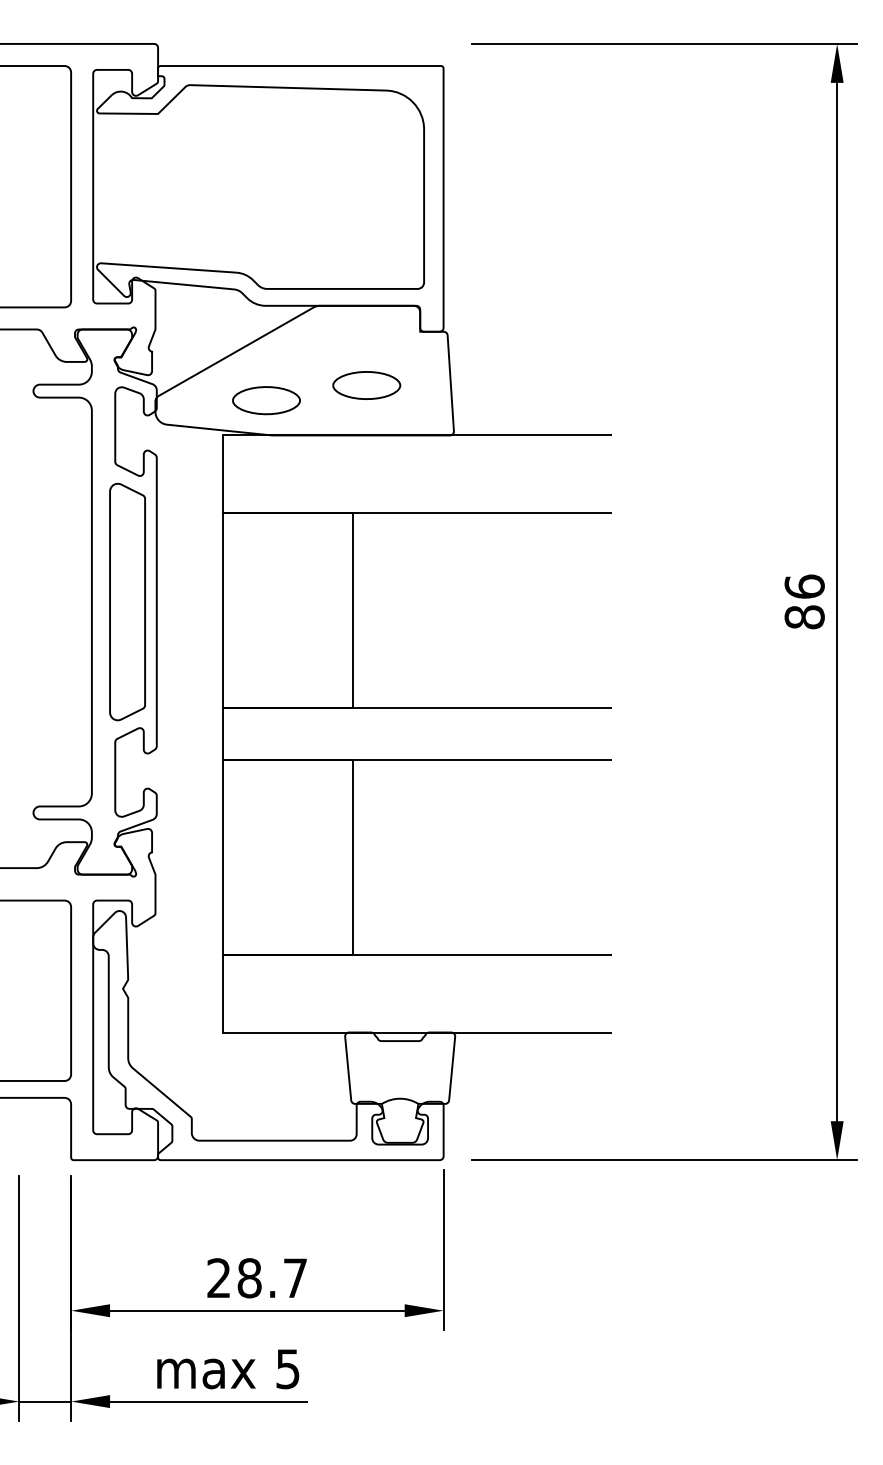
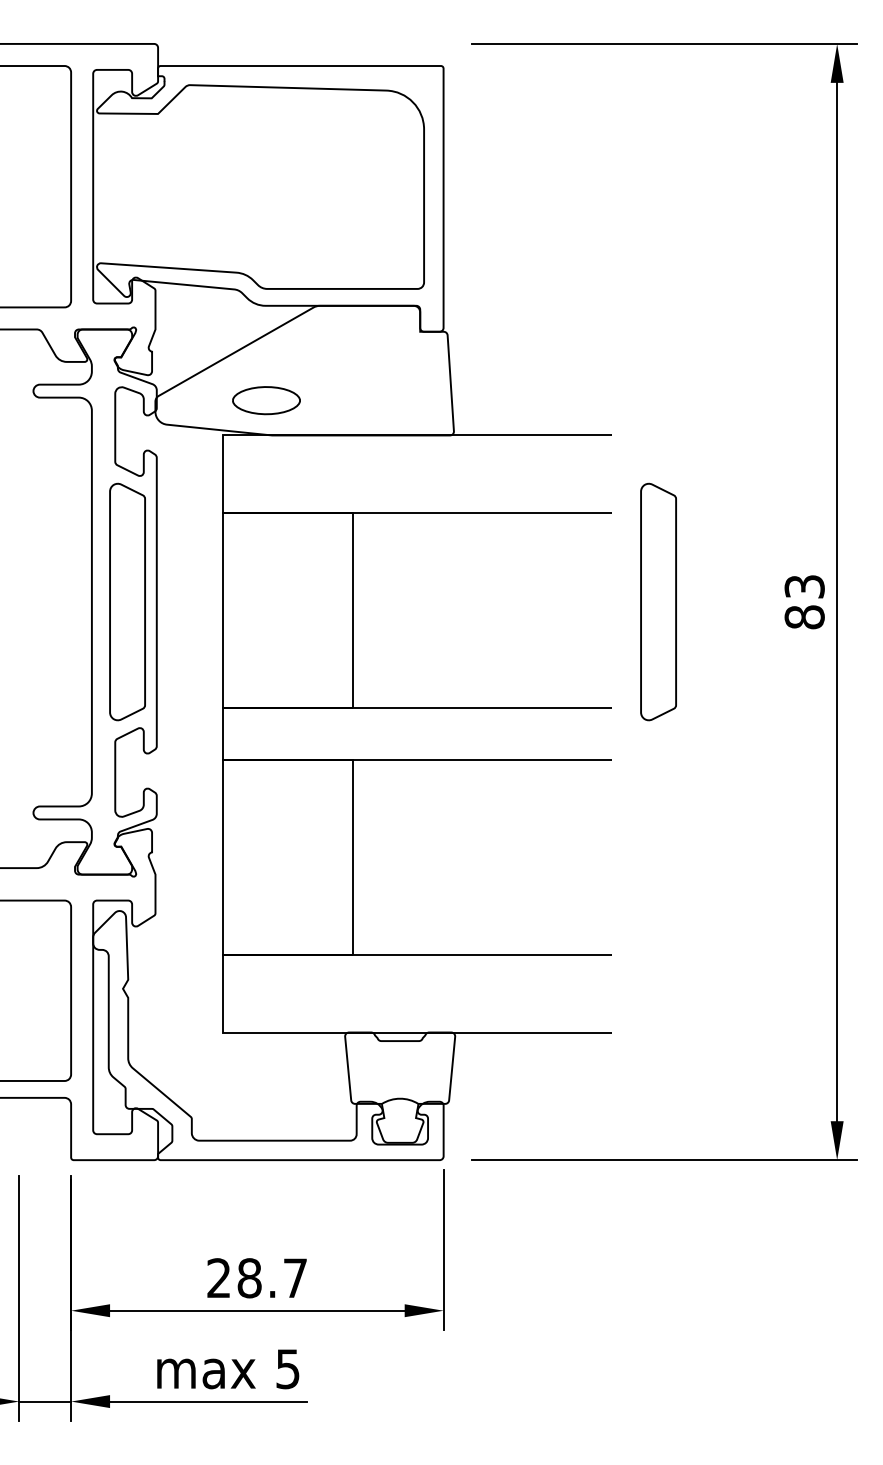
part at (366, 385): present -> none
text at (804, 586): 86 -> 83
curve at (641, 601): none -> present
